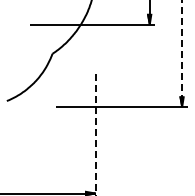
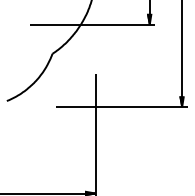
line at (182, 54): dashed -> solid
line at (95, 135): dashed -> solid
